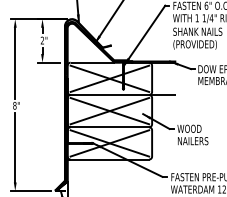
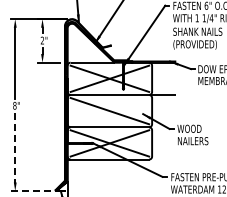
line at (109, 110): present -> none
line at (15, 147): solid -> dashed
line at (30, 191): solid -> dashed
